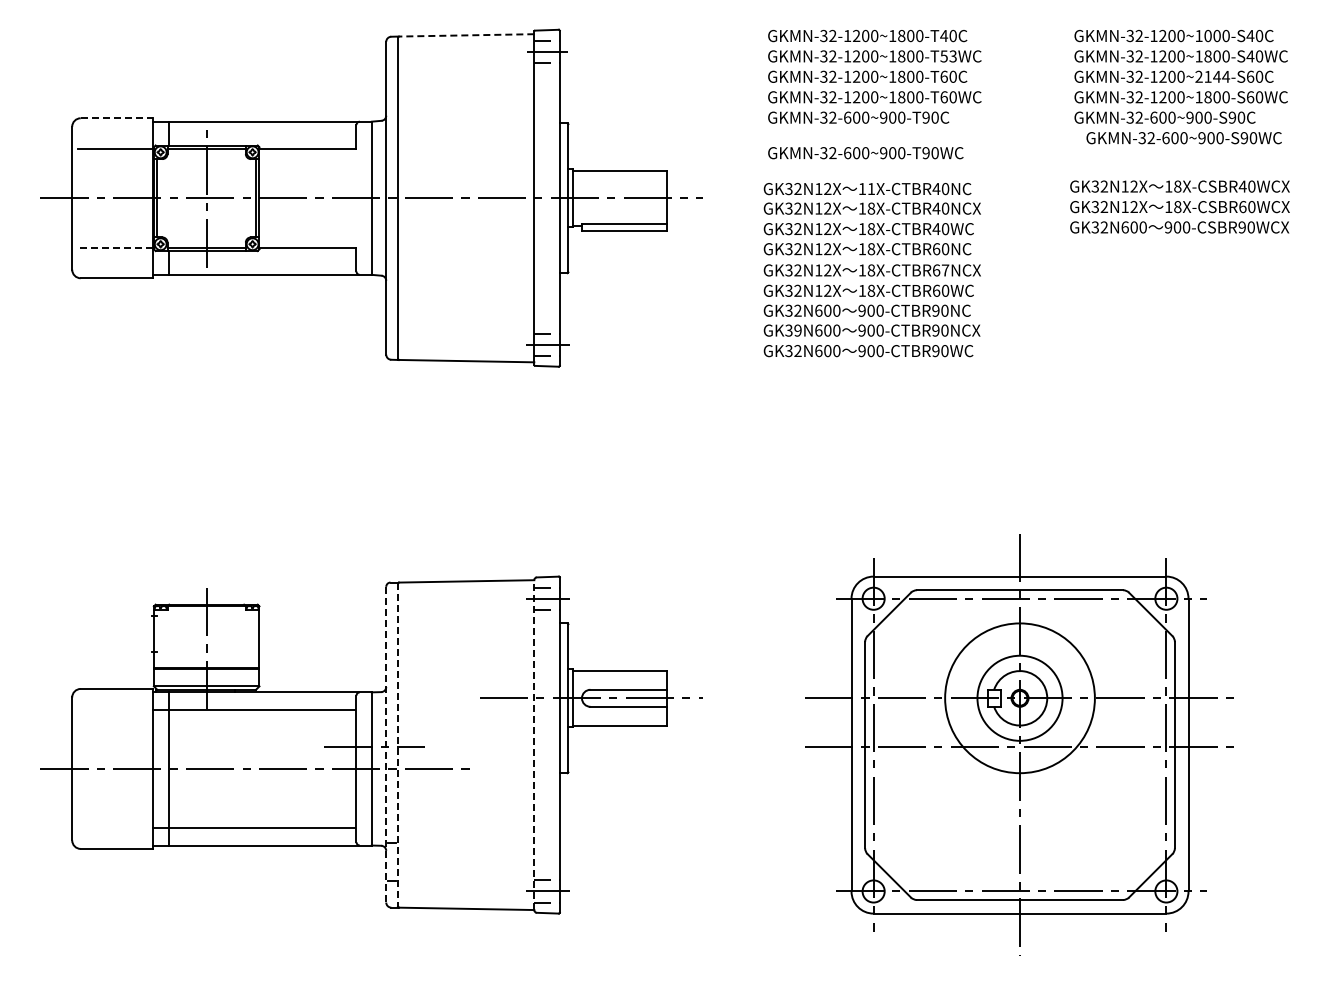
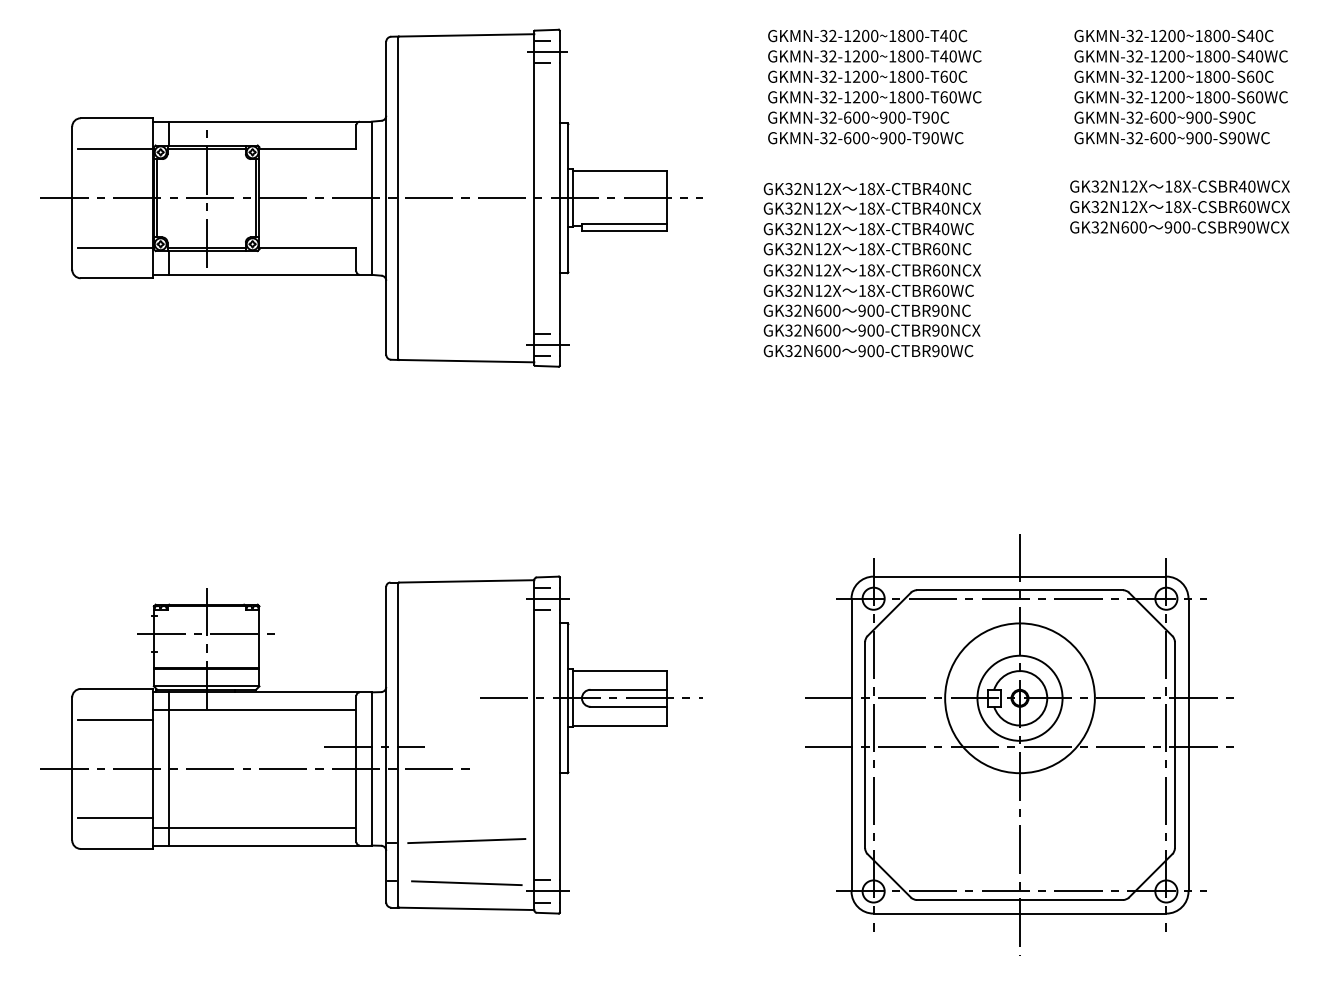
line at (466, 35): dashed -> solid
text at (1207, 35): GKMN-32-1200~1000-S40C -> GKMN-32-1200~1800-S40C
text at (948, 56): GKMN-32-1200~1800-T53WC -> GKMN-32-1200~1800-T40WC
text at (1212, 76): GKMN-32-1200~2144-S60C -> GKMN-32-1200~1800-S60C
line at (117, 118): dashed -> solid
text at (1183, 138) position: (1183, 138) -> (1171, 138)
text at (865, 153) position: (865, 153) -> (865, 138)
text at (871, 189): 11X-CTBR40NC -> 18X-CTBR40NC
line at (115, 247): dashed -> solid
text at (945, 270): 18X-CTBR67NCX -> 18X-CTBR60NCX
text at (797, 330): GK39N600 -> GK32N600
line at (206, 633): none -> present
line at (115, 719): none -> present
line at (386, 744): dashed -> solid
line at (534, 744): dashed -> solid
line at (398, 745): dashed -> solid
line at (115, 818): none -> present
line at (466, 841): none -> present
line at (466, 883): none -> present
